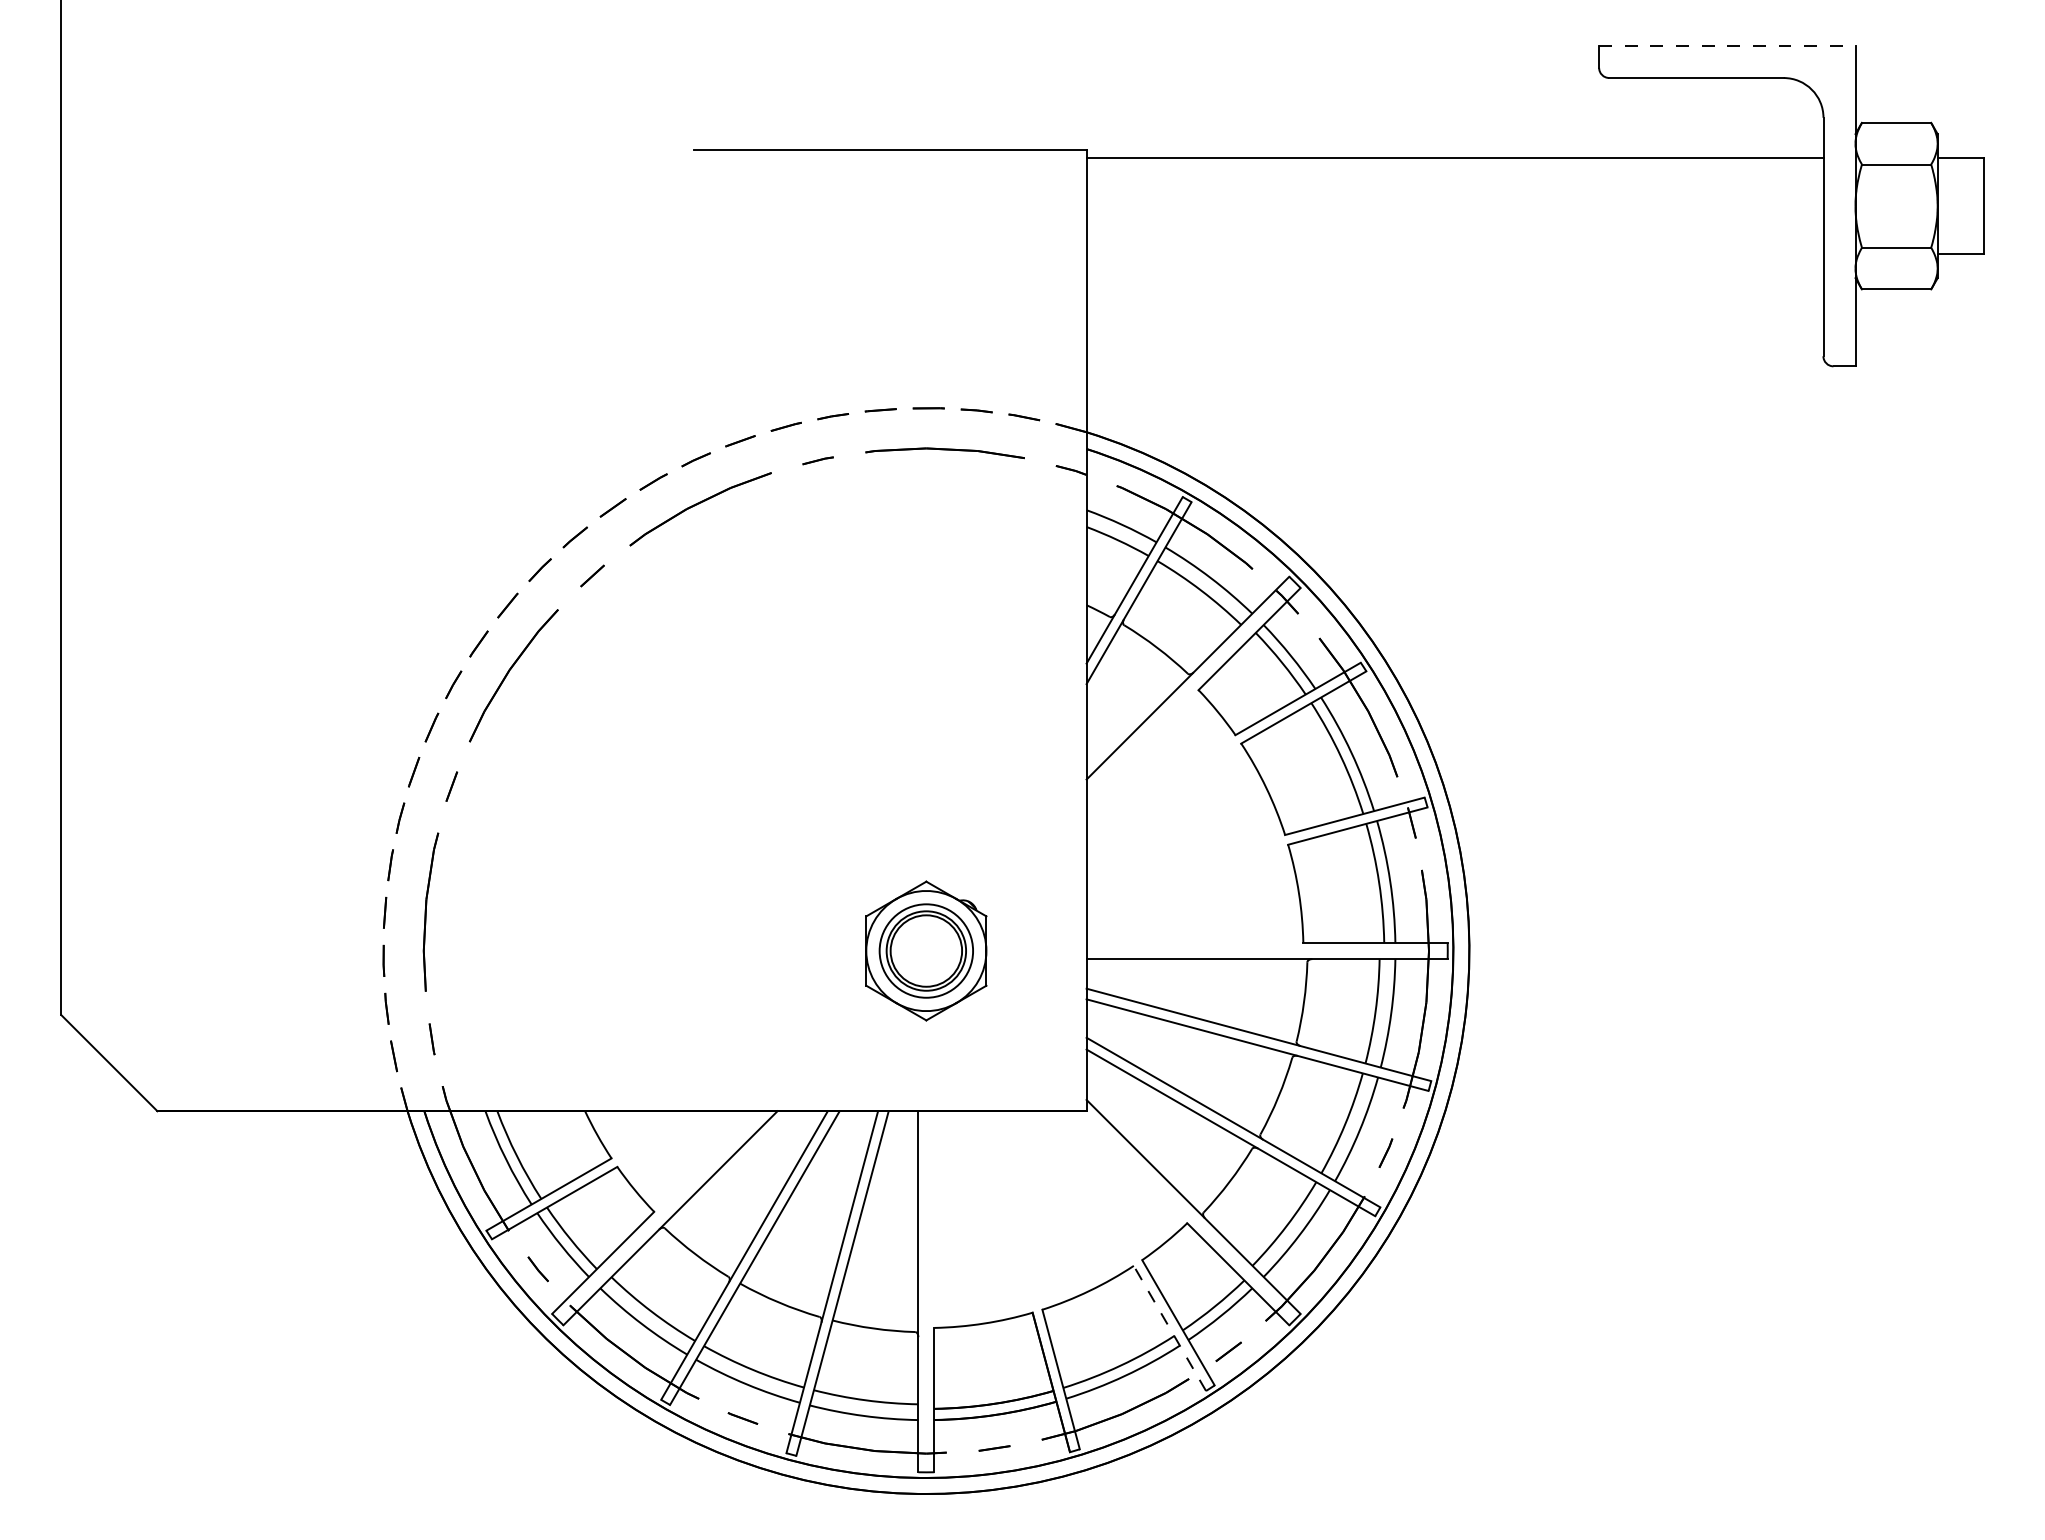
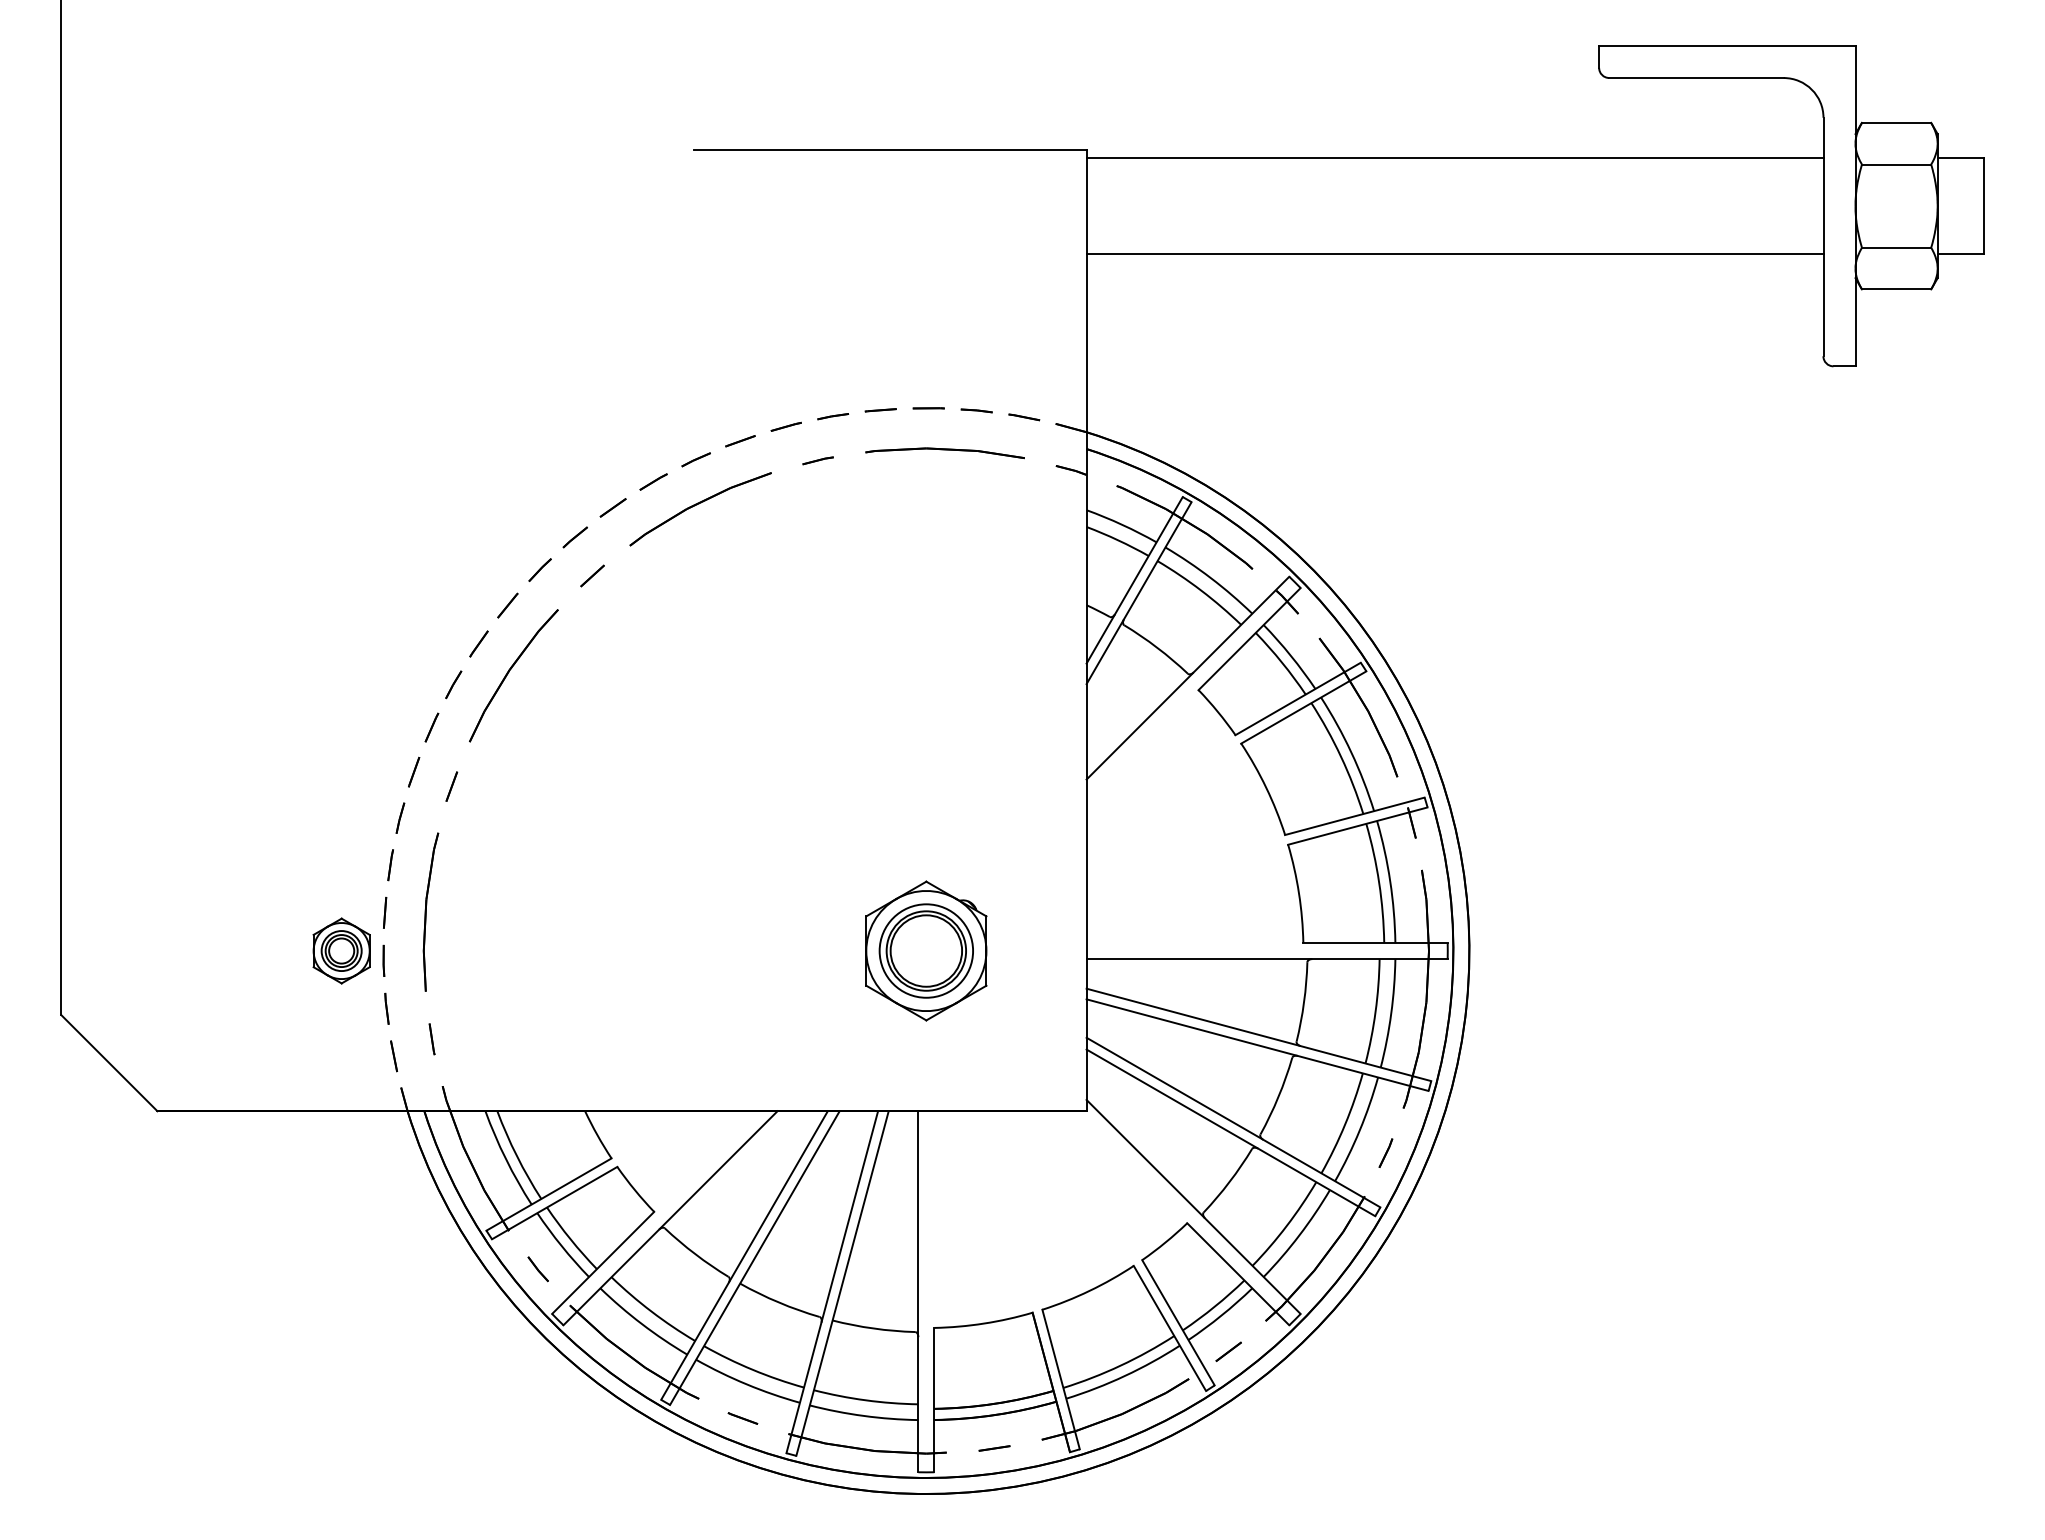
line at (1727, 46): dashed -> solid
line at (1454, 254): none -> present
part at (341, 950): none -> present
line at (1169, 1328): dashed -> solid
